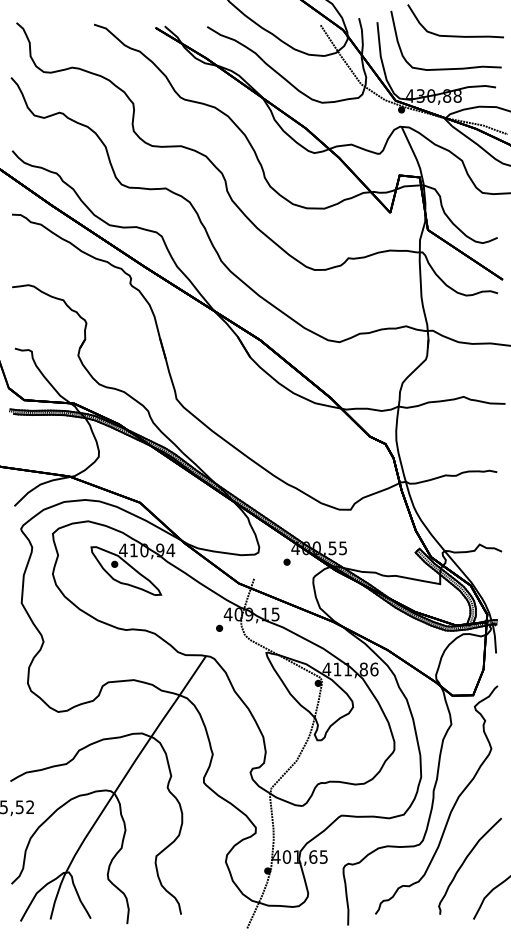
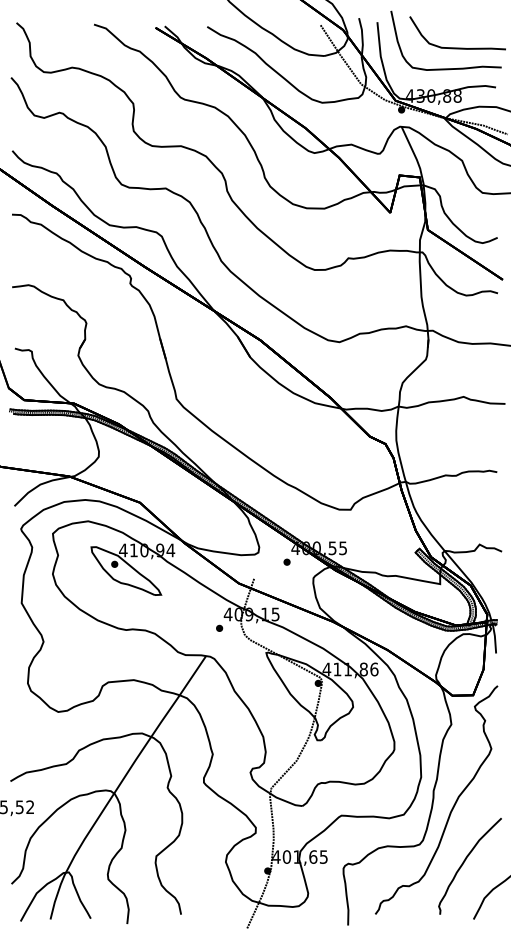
curve at (455, 35) position: (455, 35) -> (457, 47)
